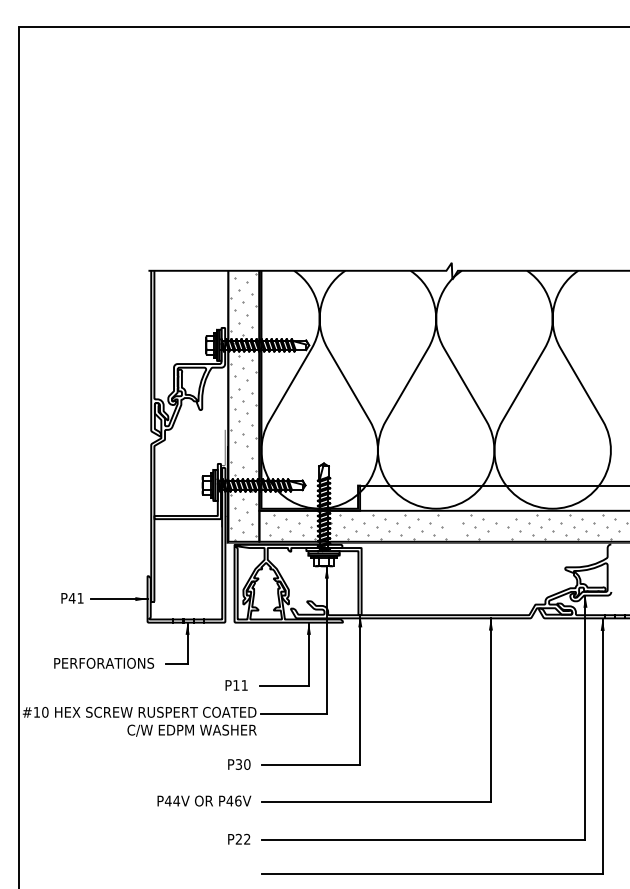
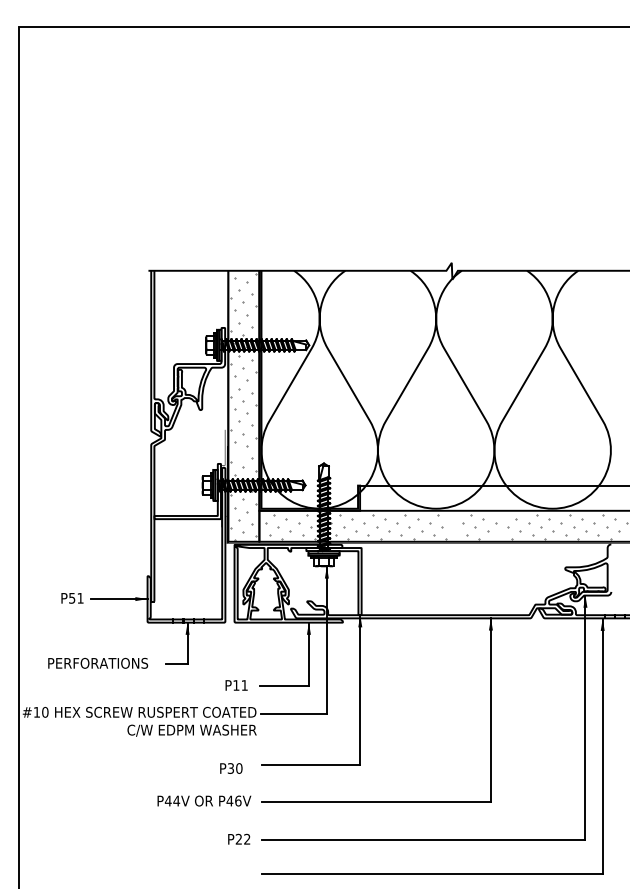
text at (71, 598): P41 -> P51
text at (104, 662) position: (104, 662) -> (98, 662)
text at (239, 764) position: (239, 764) -> (231, 768)
